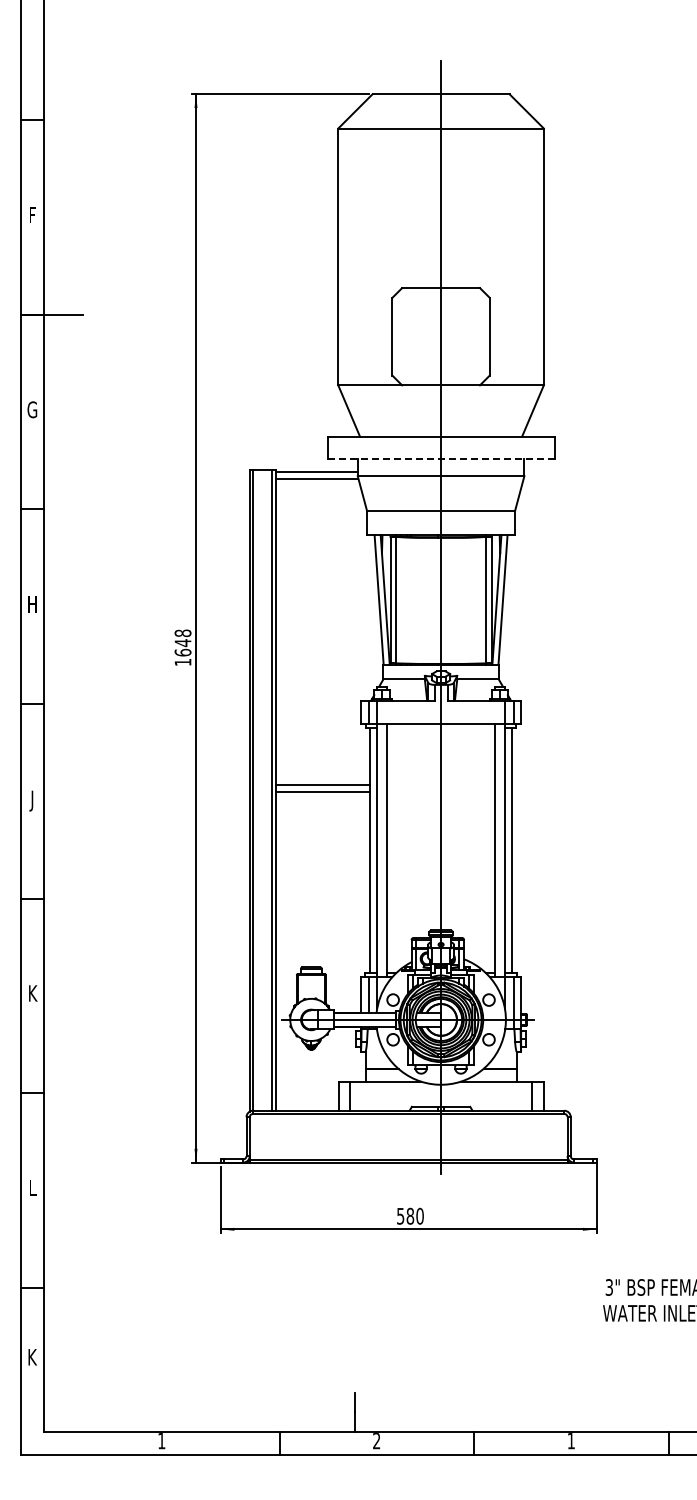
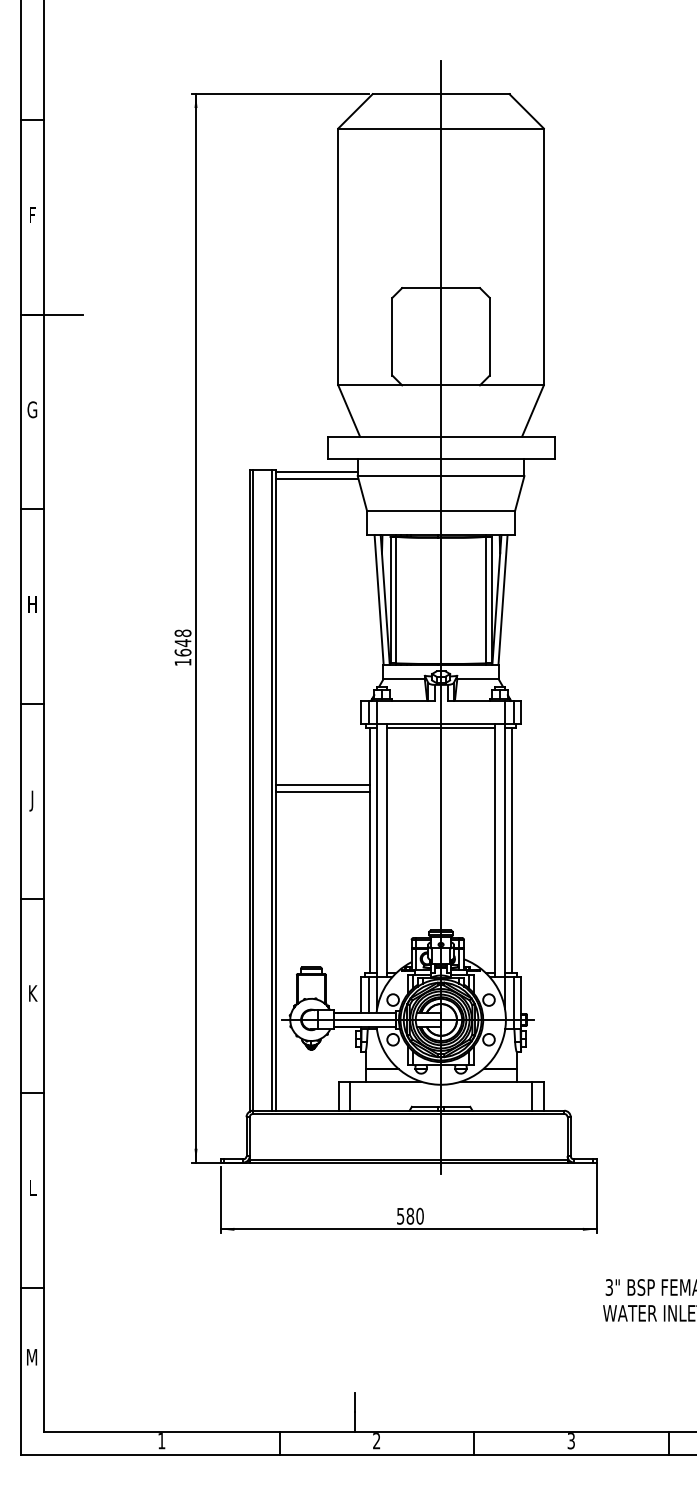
line at (441, 459): dashed -> solid
line at (440, 727): none -> present
text at (32, 1357): K -> M
text at (570, 1441): 1 -> 3
